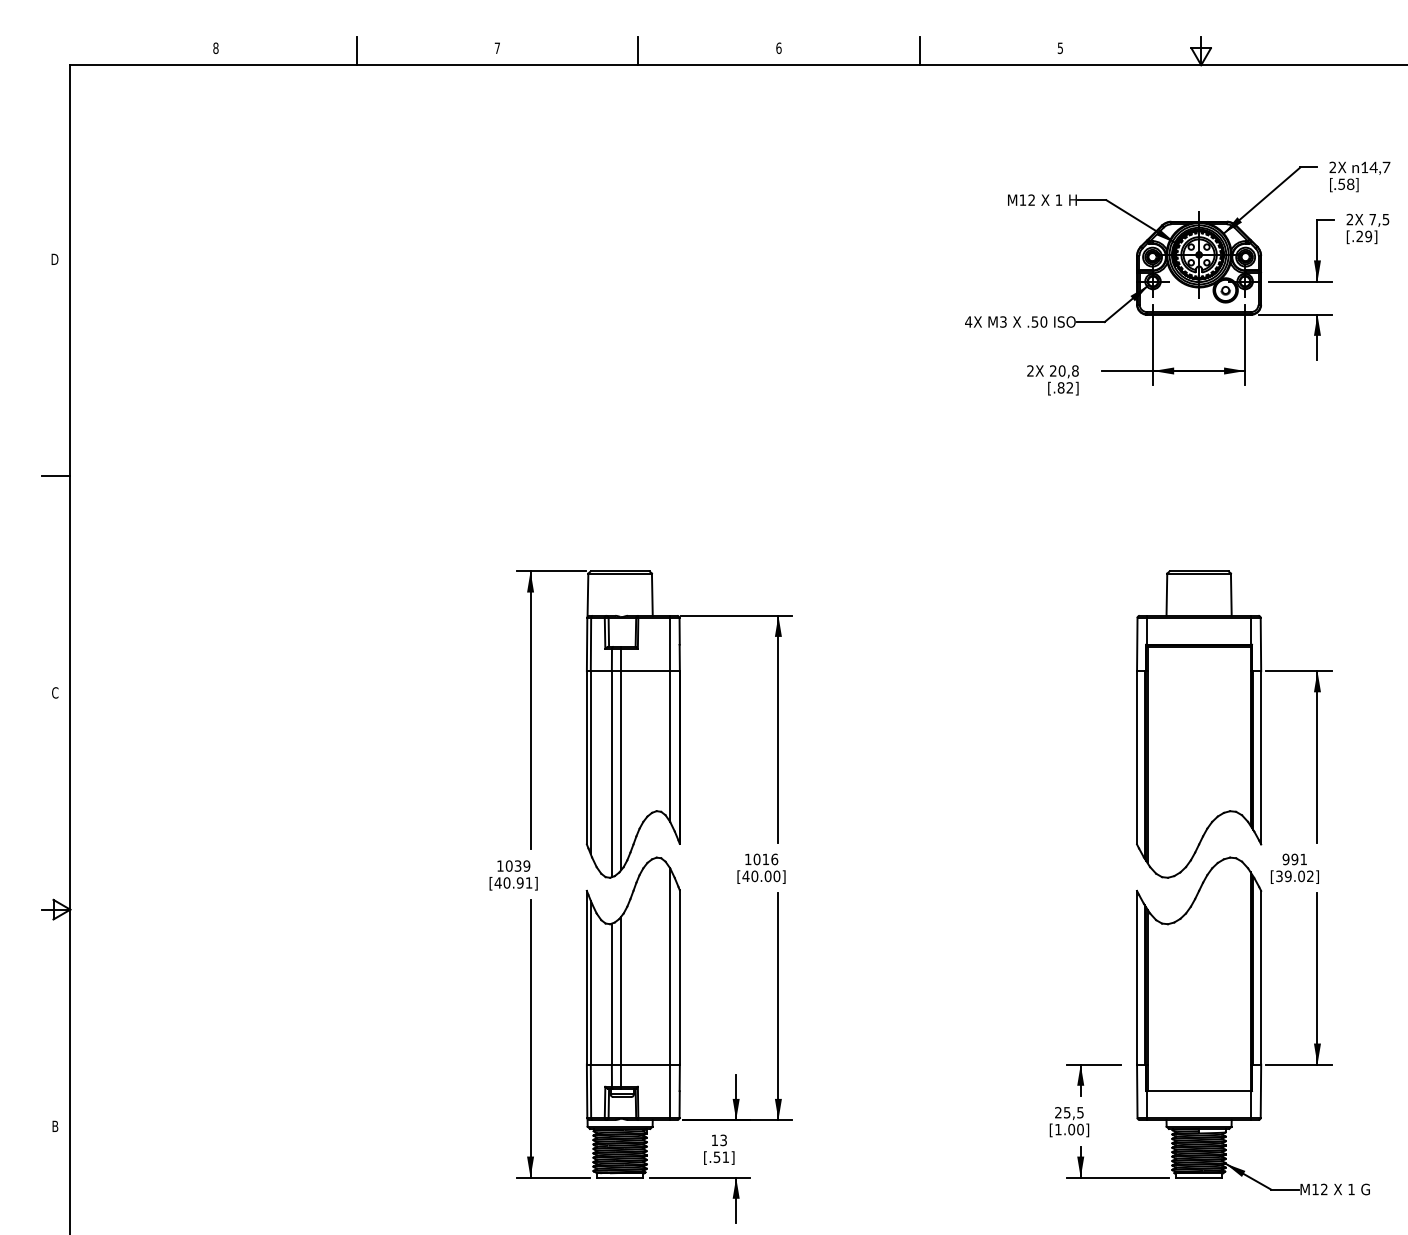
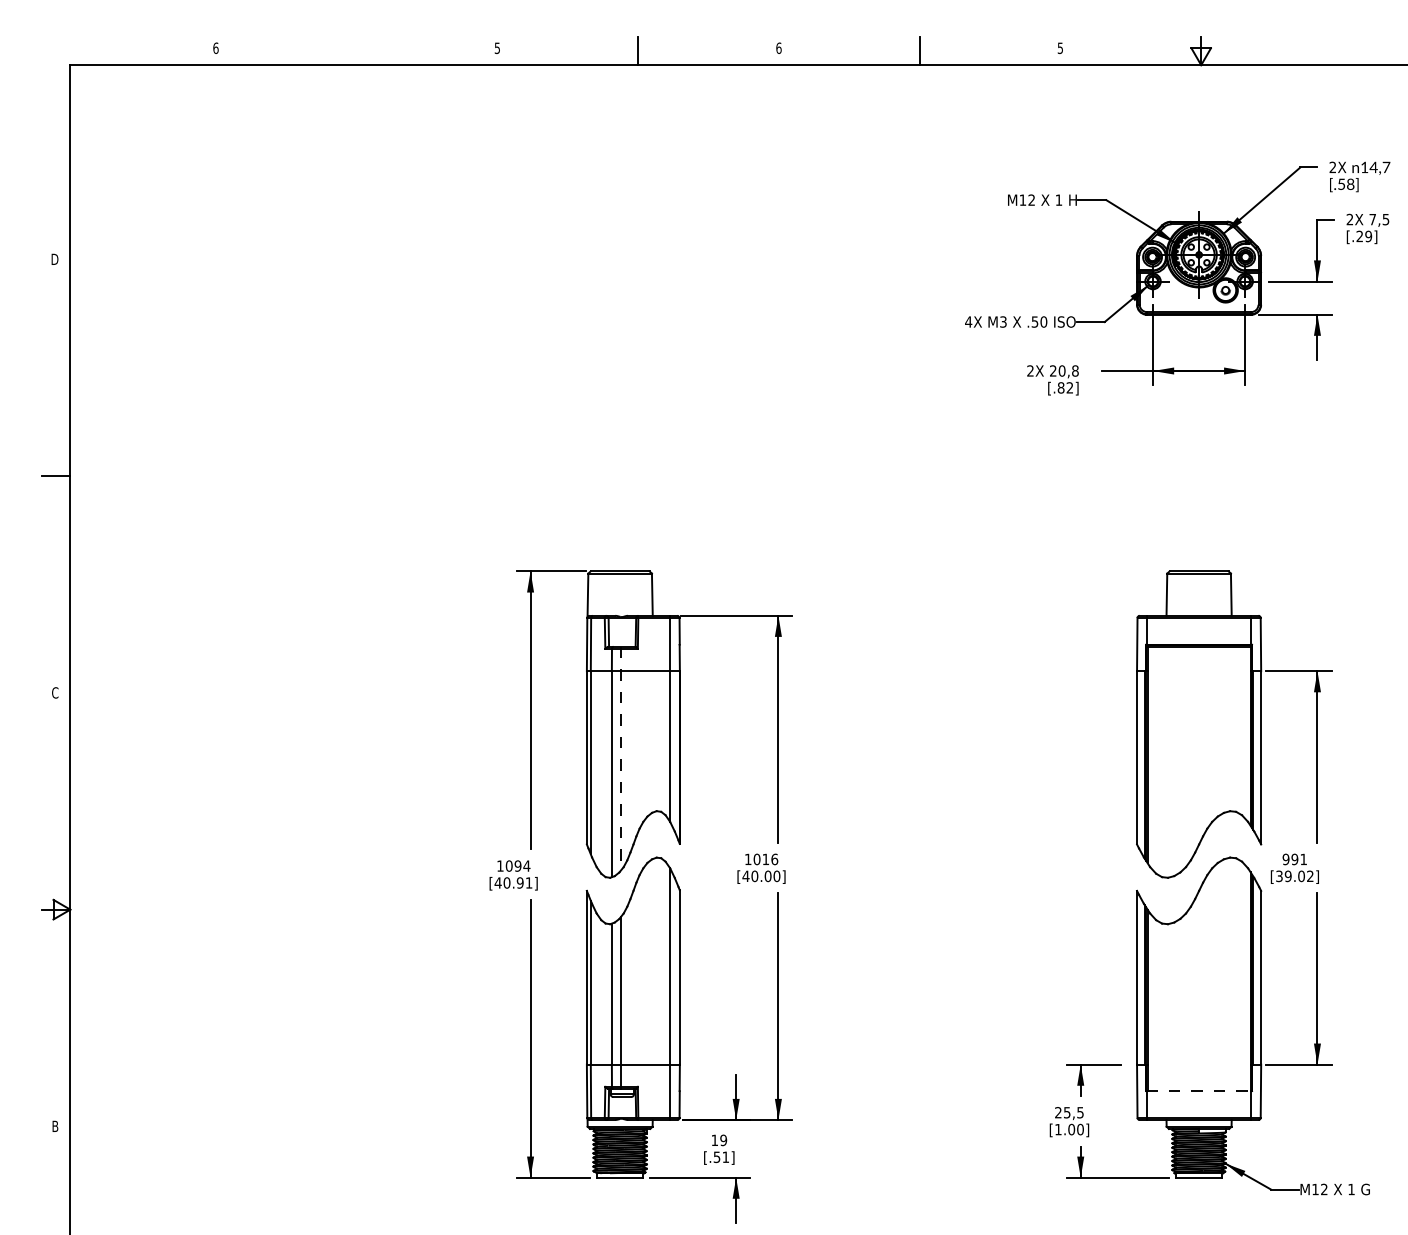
text at (215, 47): 8 -> 6
text at (496, 48): 7 -> 5
line at (356, 51): present -> none
line at (621, 758): solid -> dashed
text at (522, 865): 1039 -> 1094
line at (1199, 1091): solid -> dashed
text at (723, 1139): 13 -> 19
